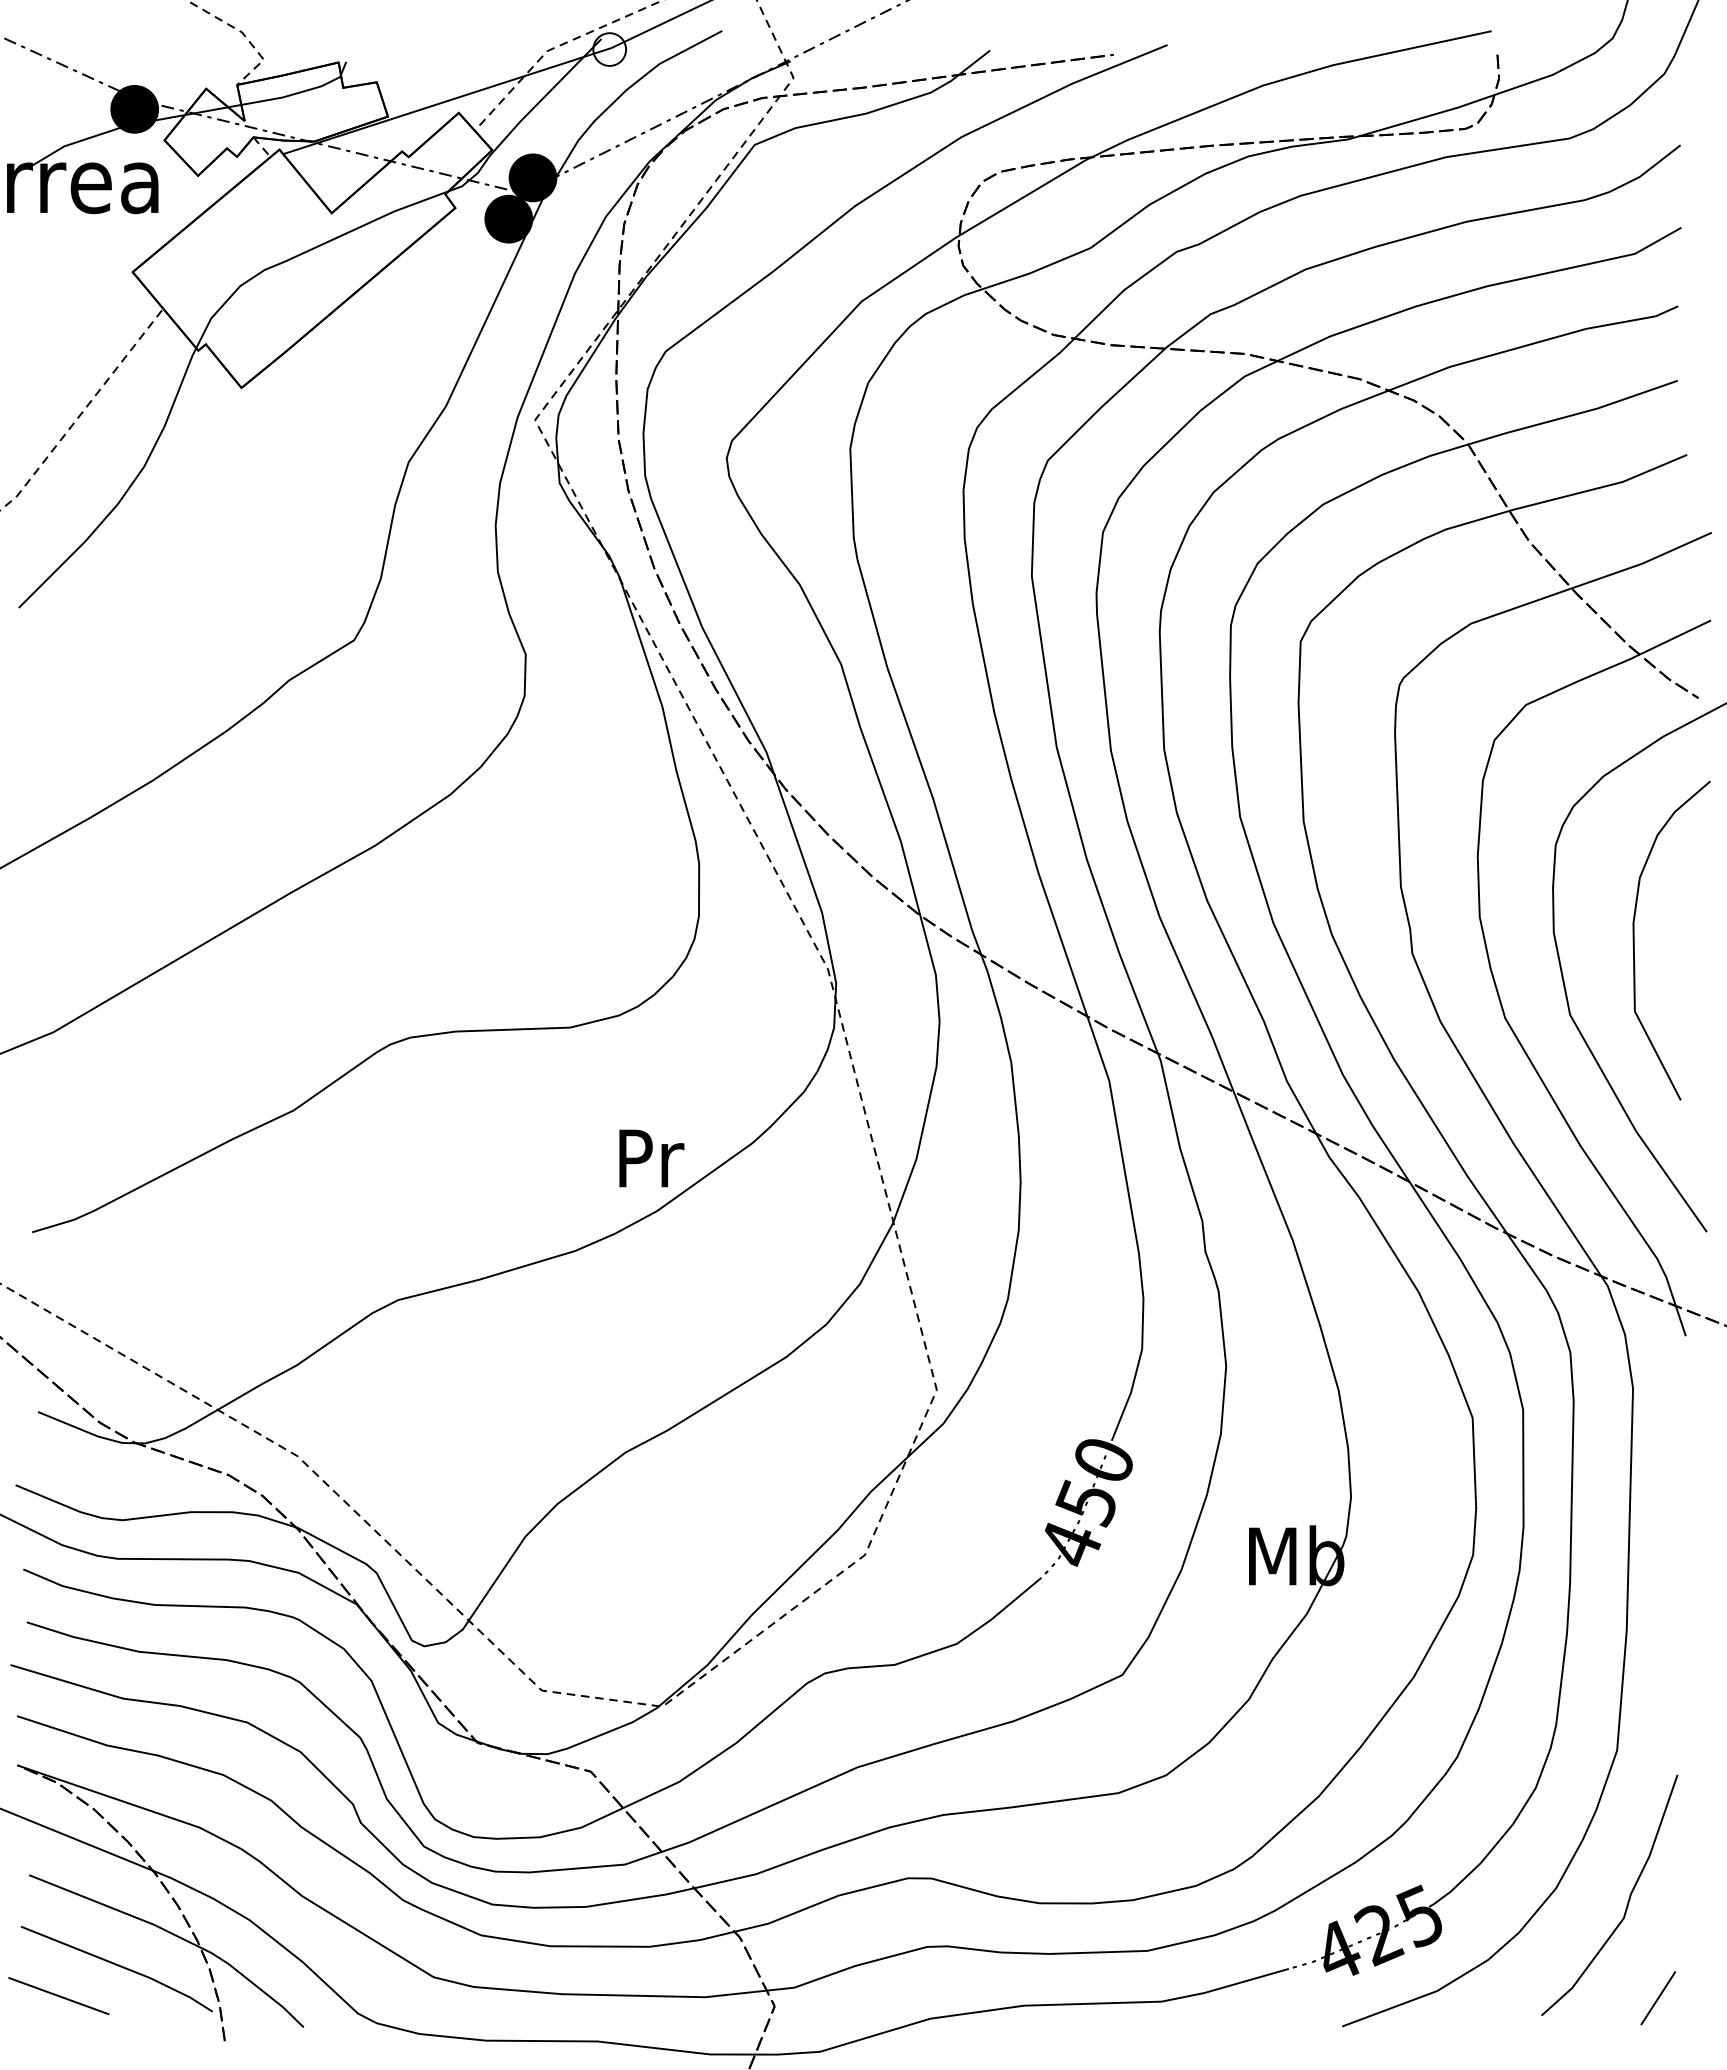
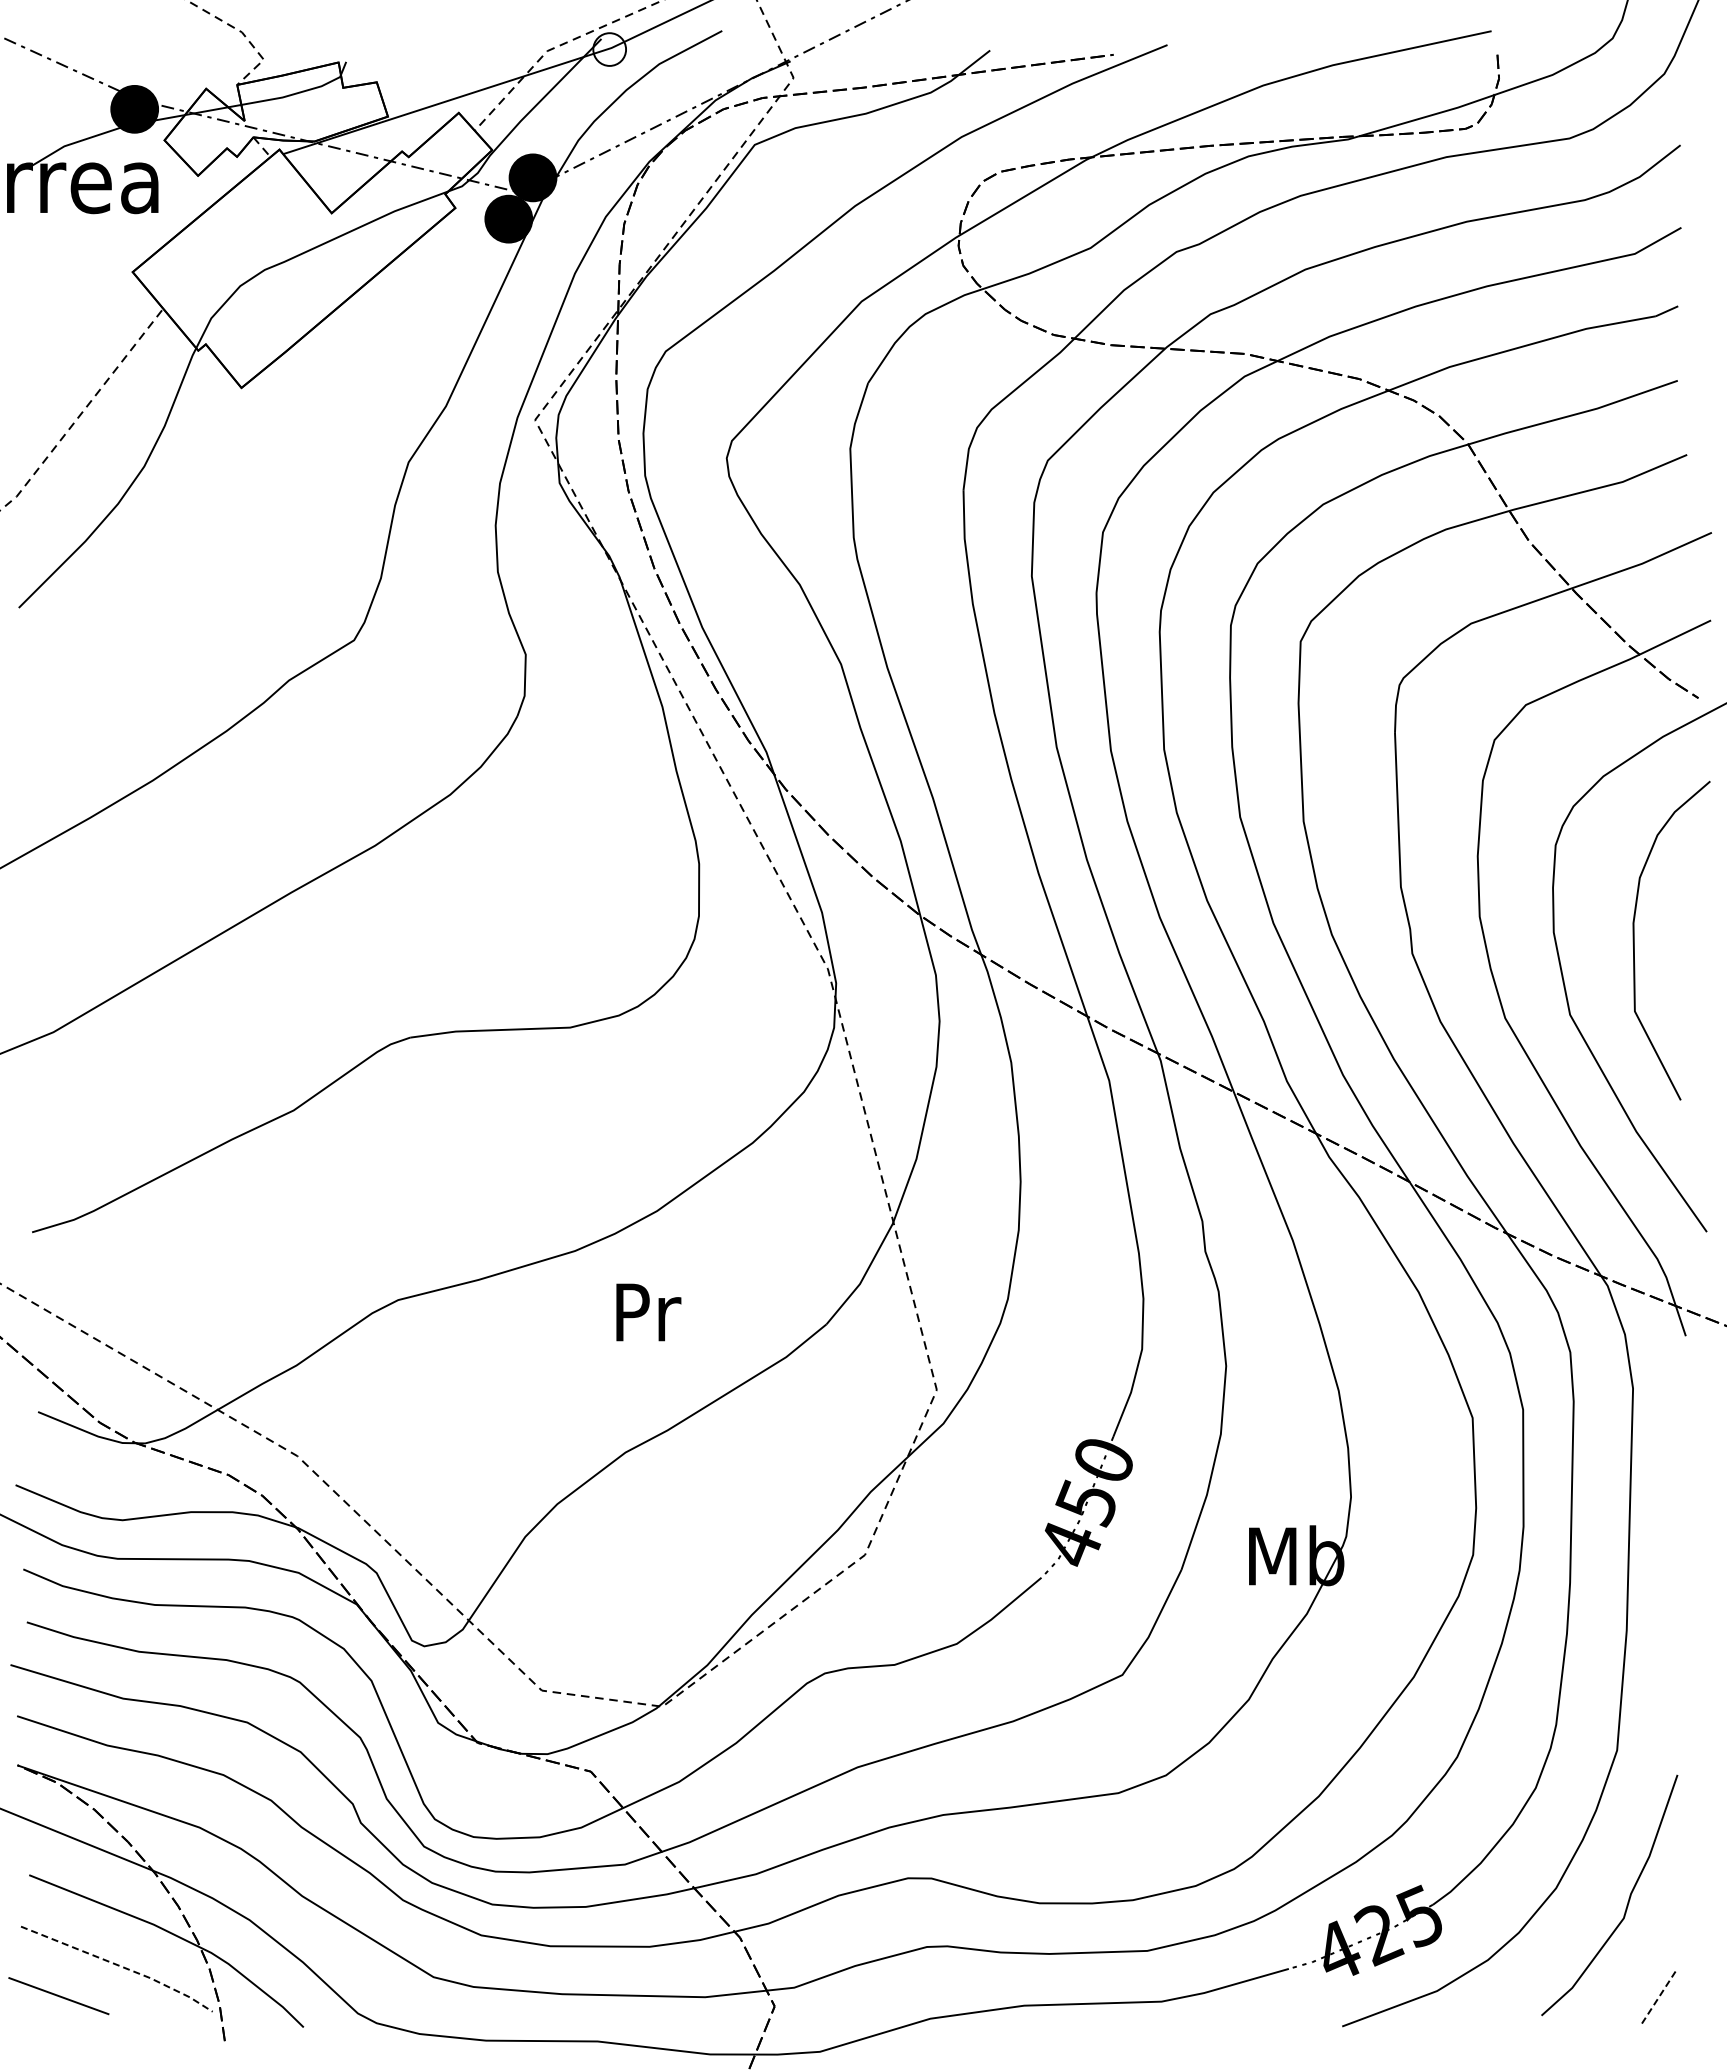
text at (651, 1158) position: (651, 1158) -> (648, 1312)
line at (119, 1965): solid -> dashed
line at (1658, 1998): solid -> dashed
